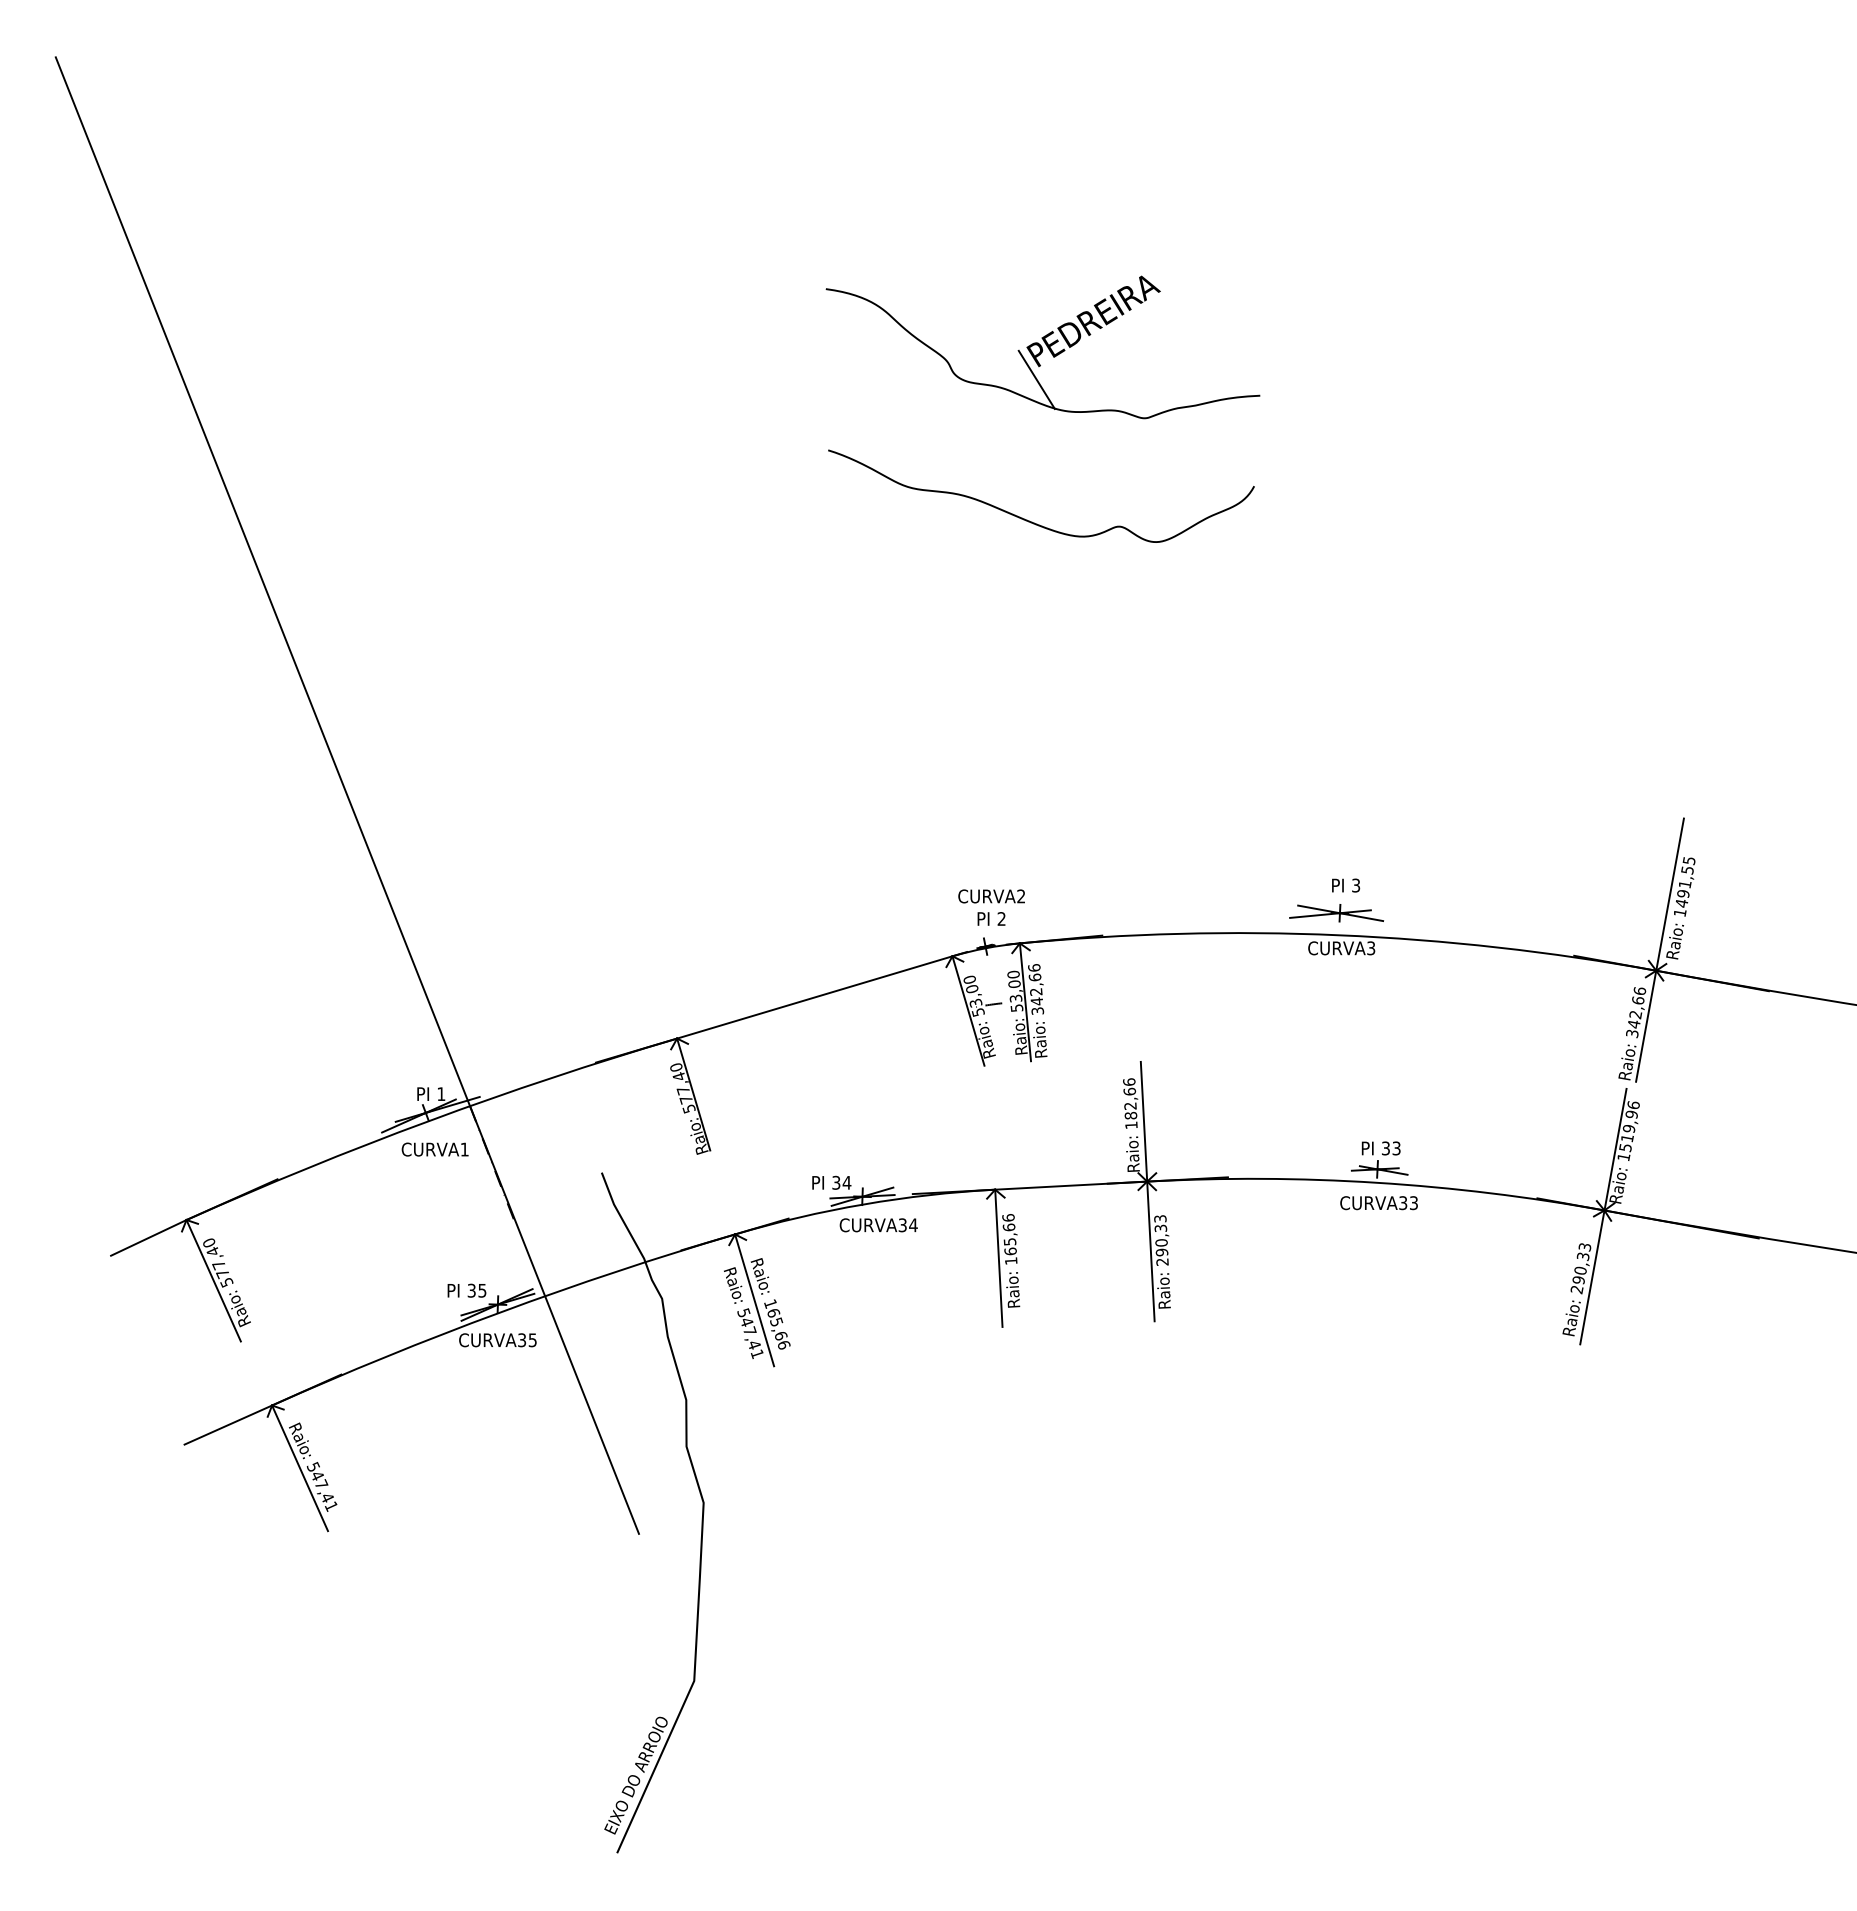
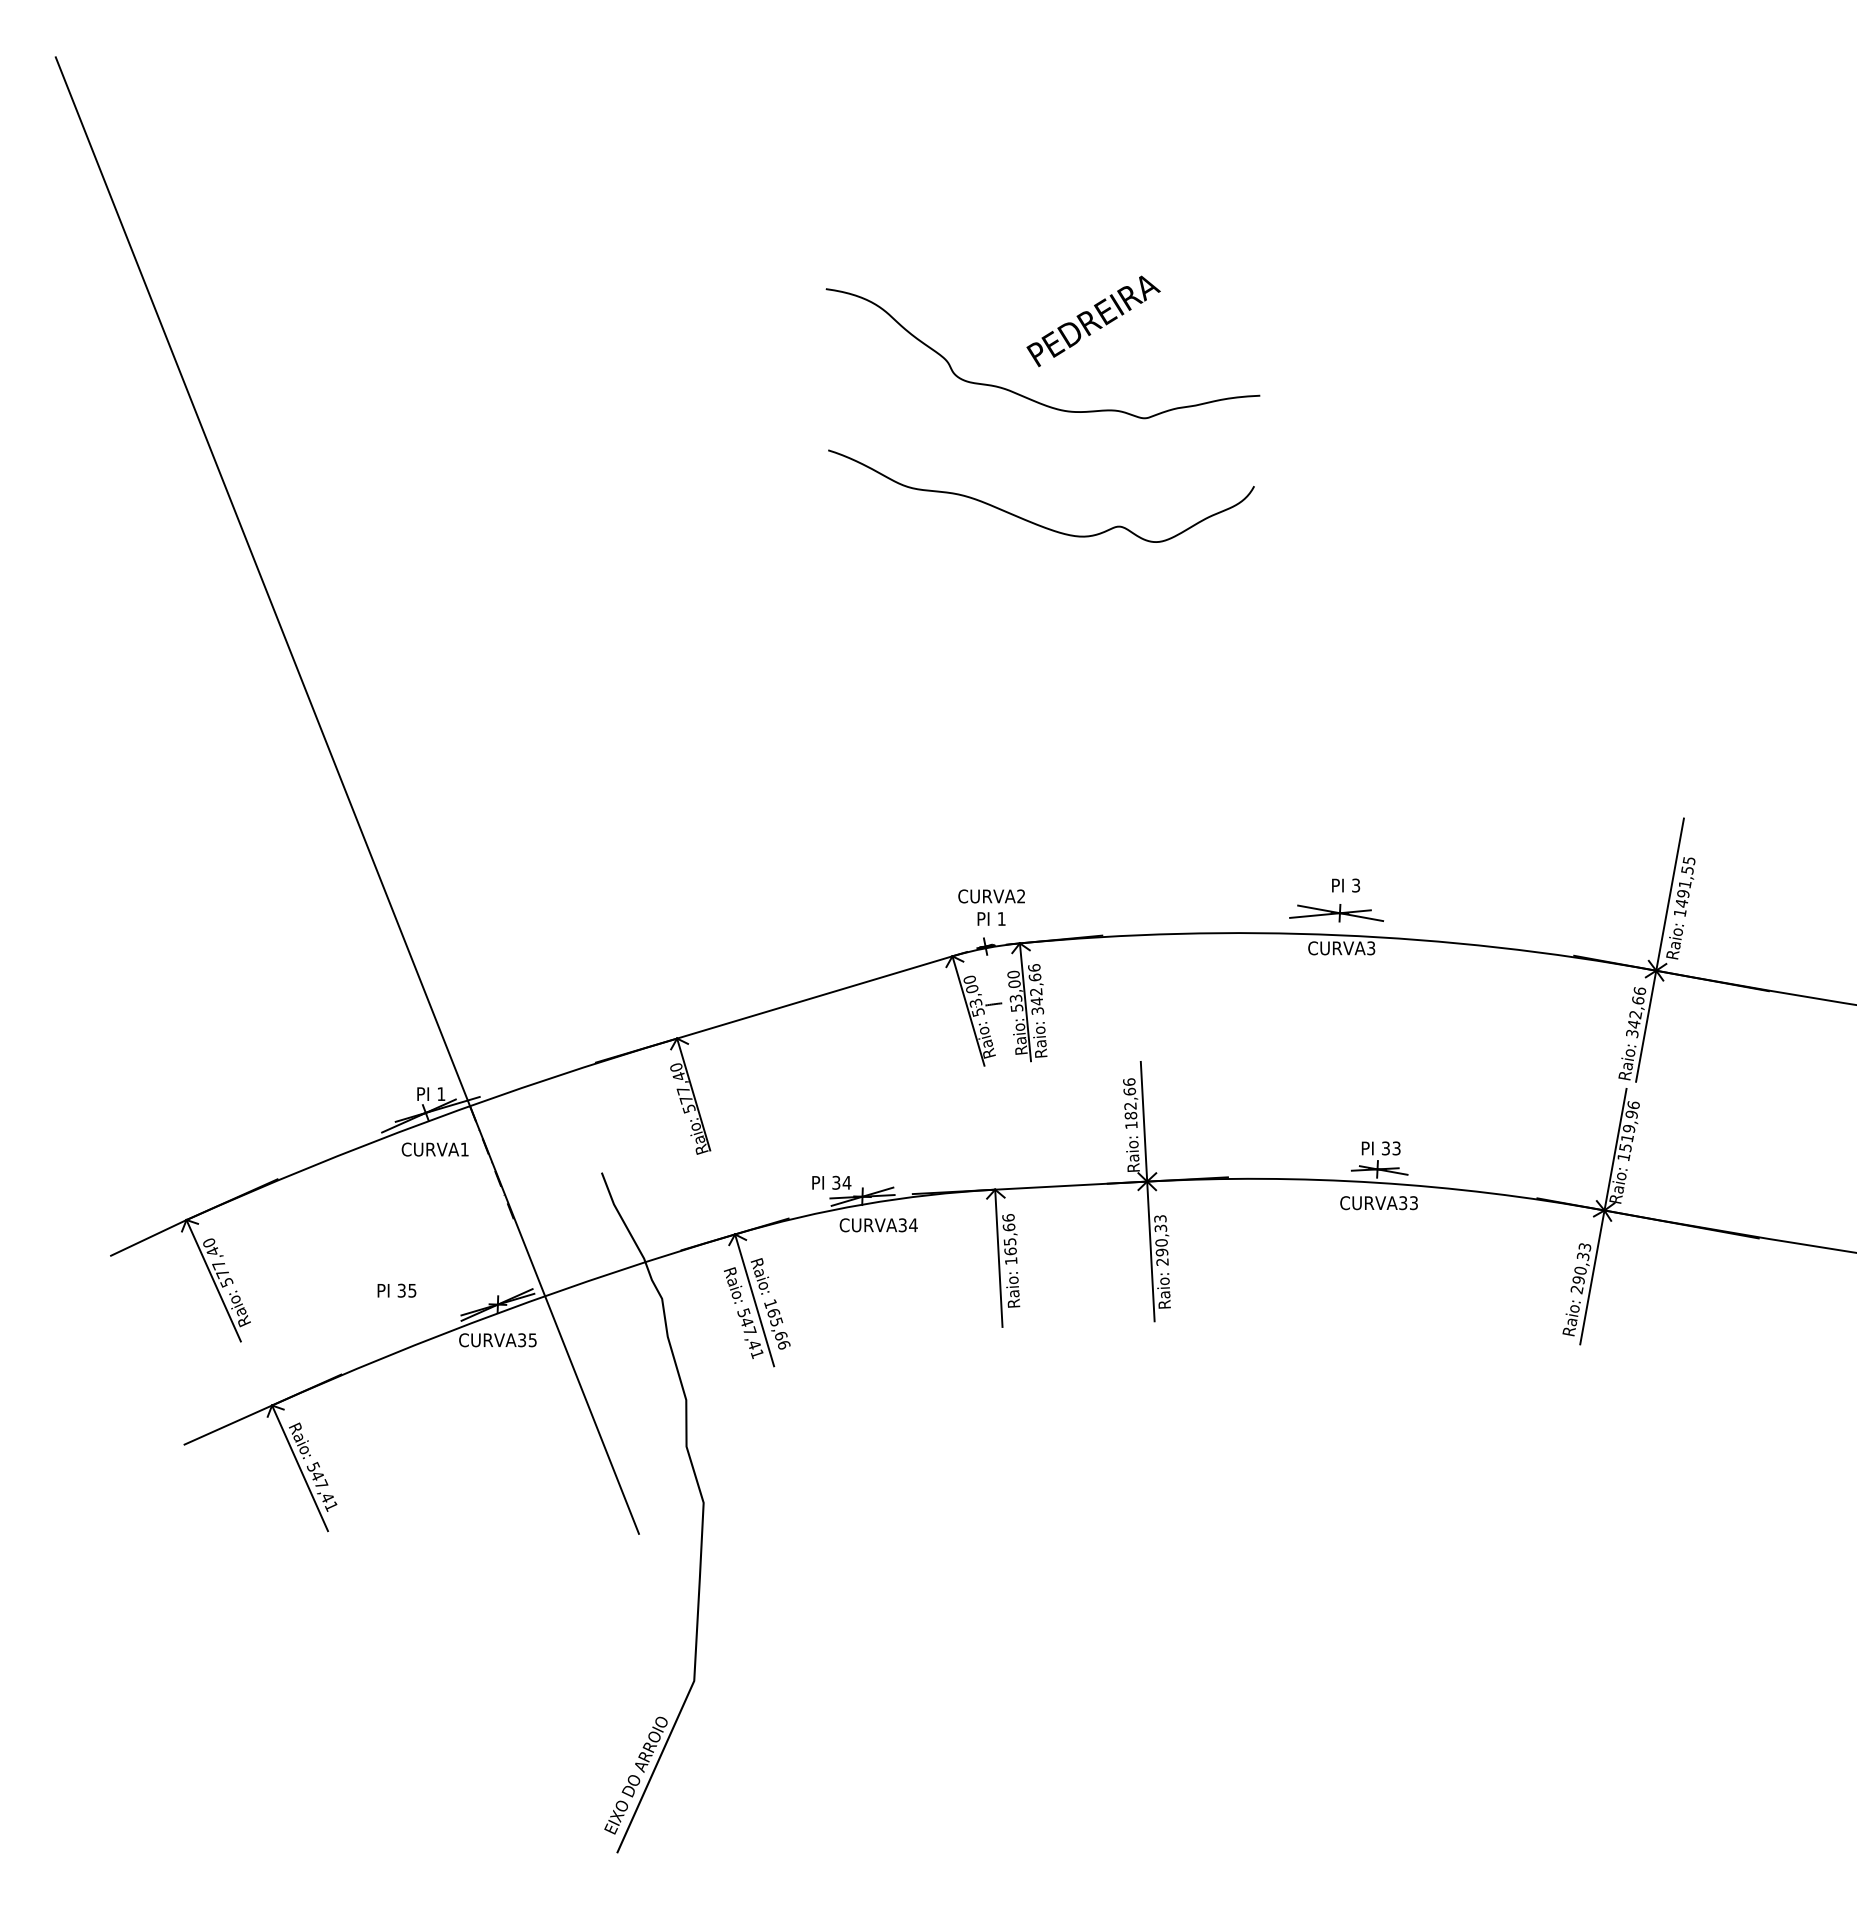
line at (1036, 379): present -> none
text at (1001, 918): 2 -> 1
text at (466, 1290) position: (466, 1290) -> (396, 1290)
